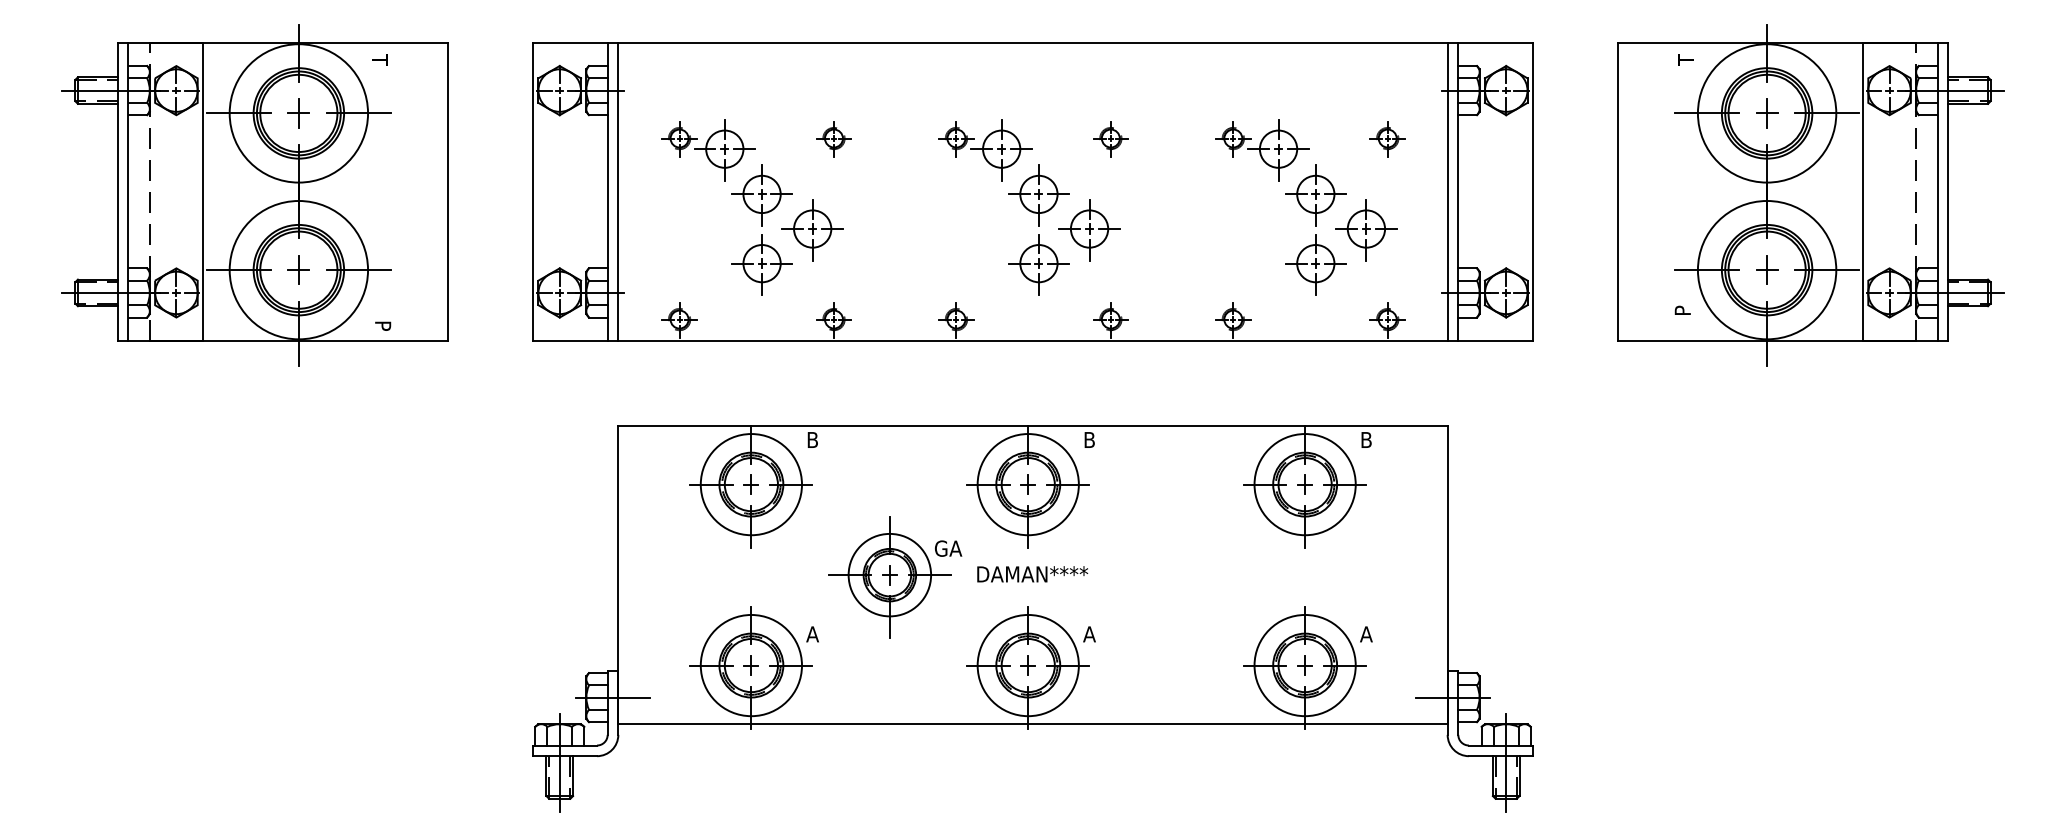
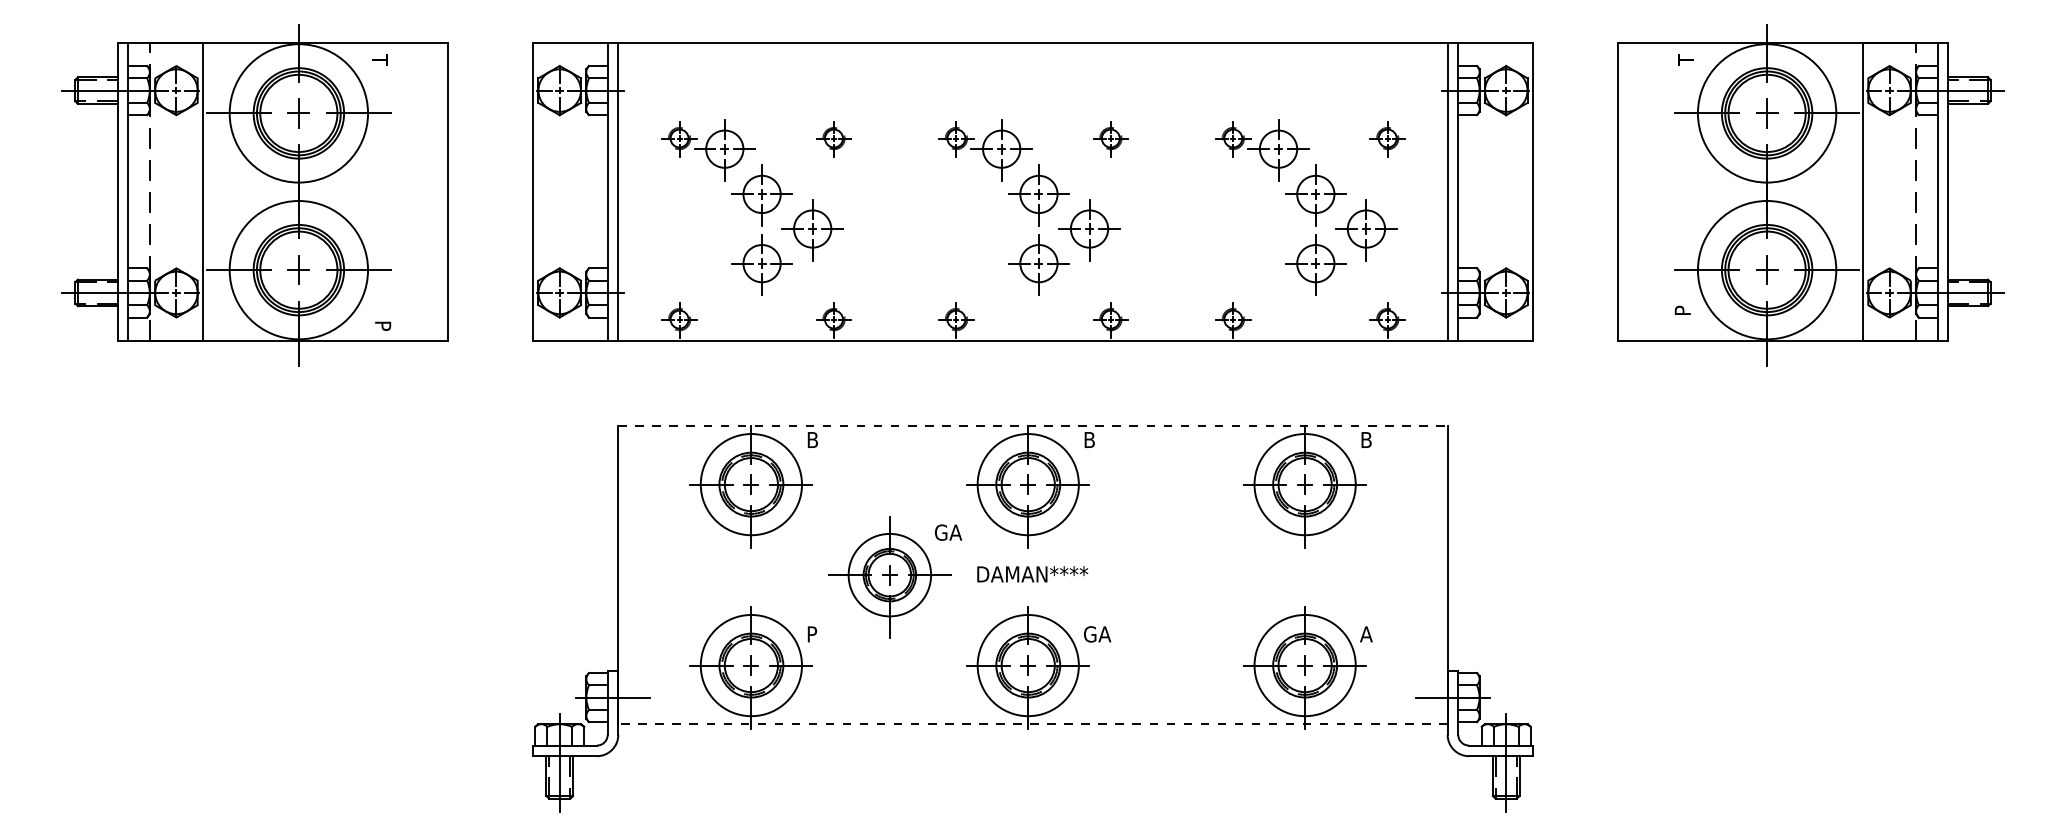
line at (1033, 426): solid -> dashed
text at (948, 548) position: (948, 548) -> (948, 532)
text at (812, 634): A -> P
text at (1097, 634): A -> GA
line at (1033, 724): solid -> dashed
